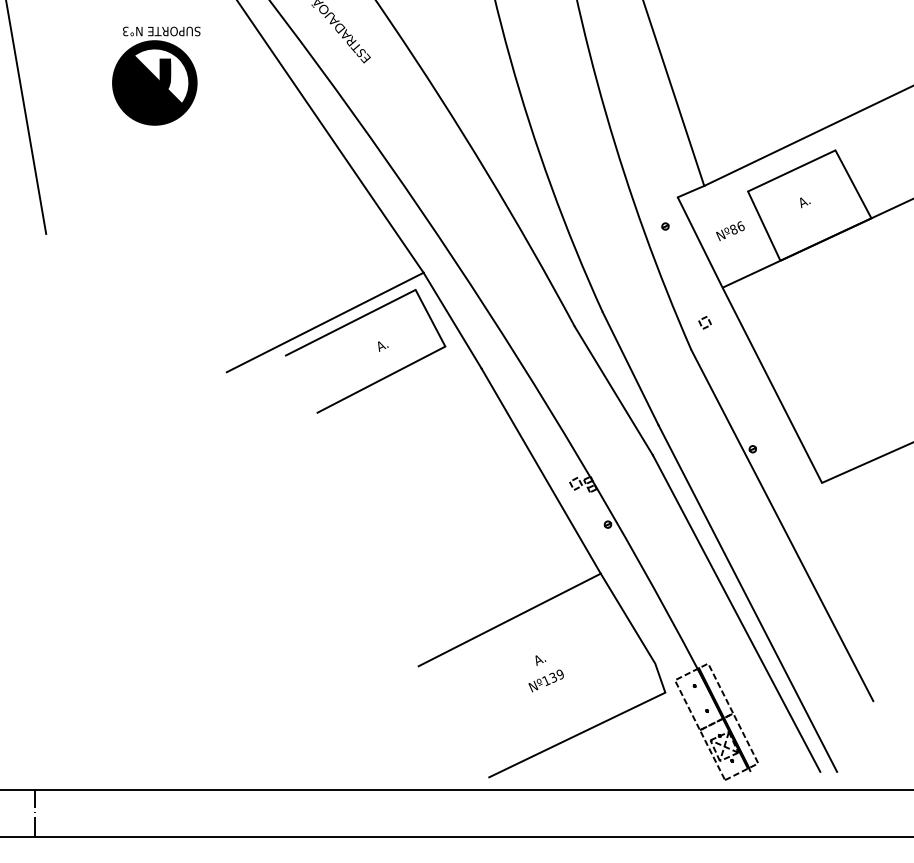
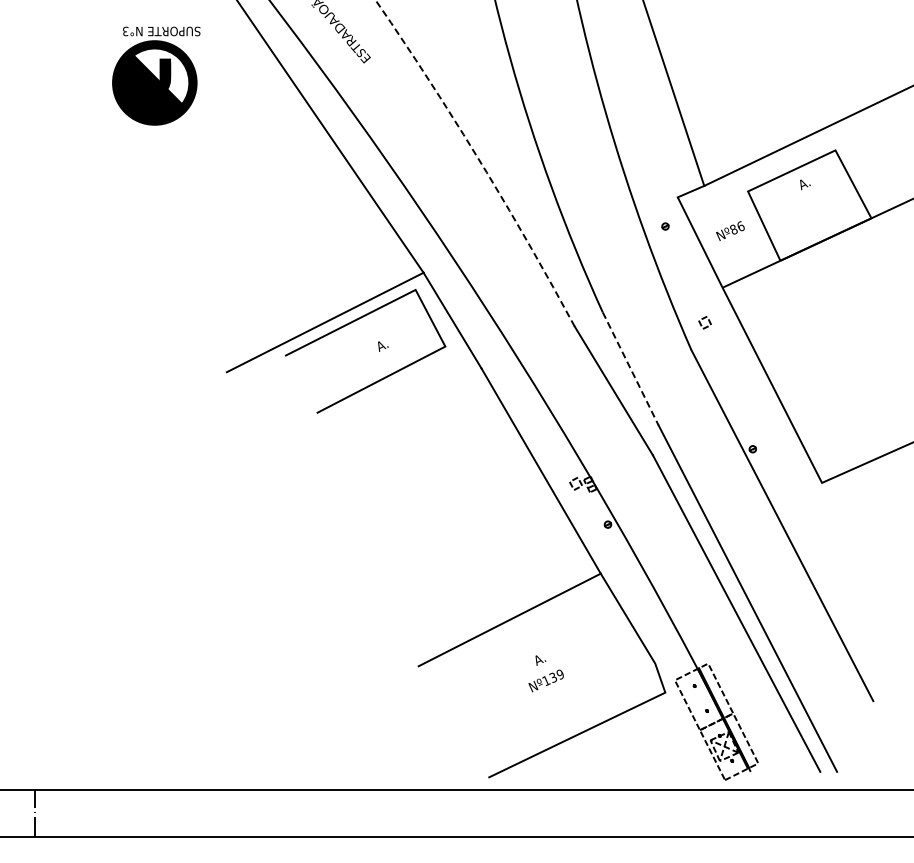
line at (26, 117): present -> none
arc at (479, 160): solid -> dashed
text at (805, 202) position: (805, 202) -> (805, 184)
line at (630, 368): solid -> dashed
